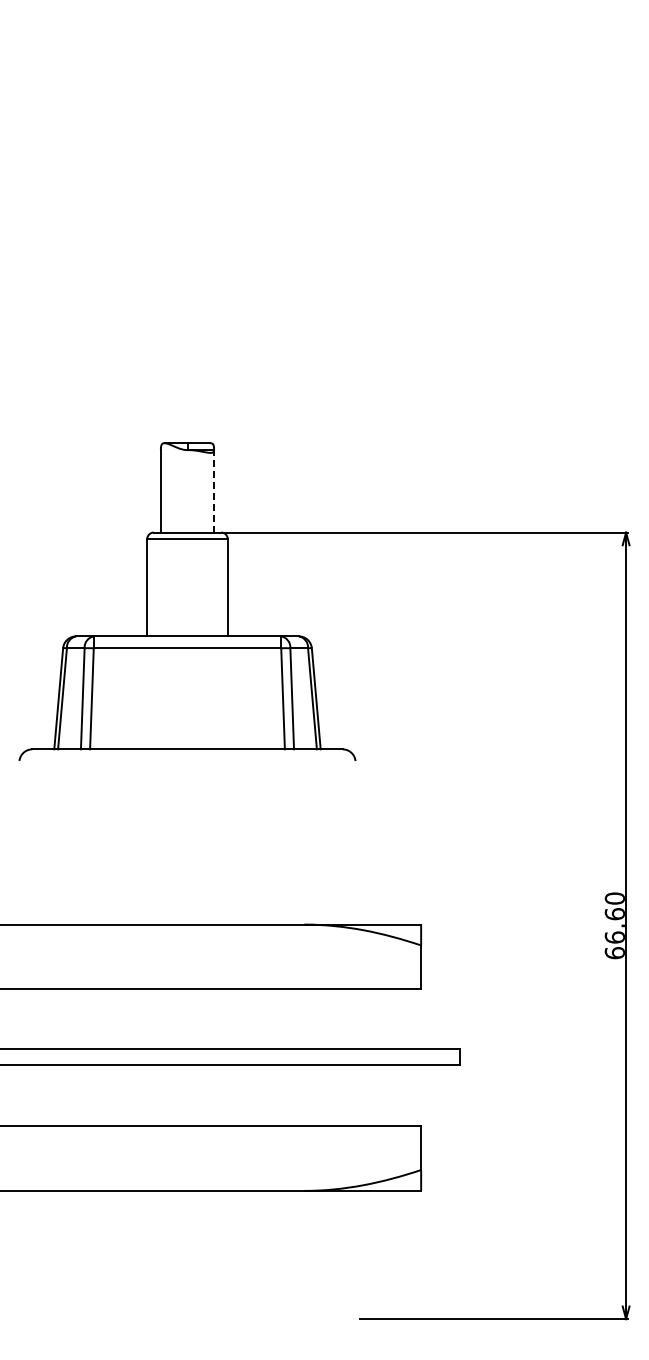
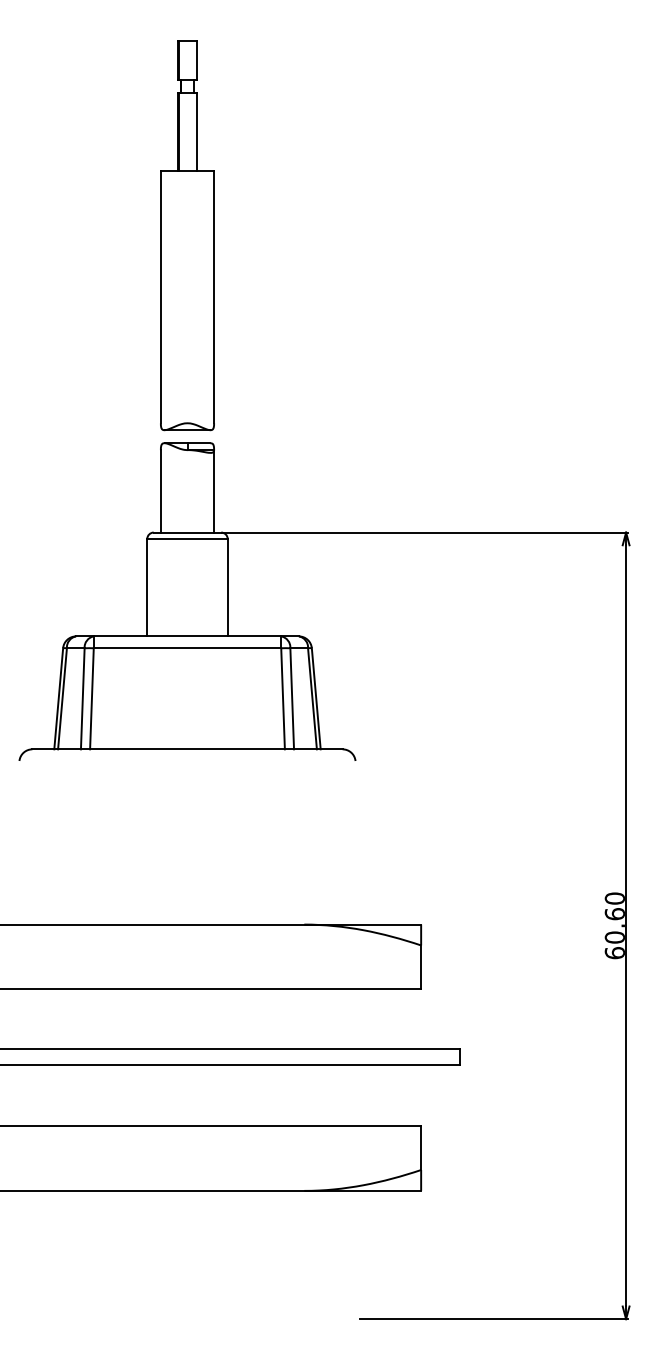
part at (187, 235): none -> present
line at (214, 491): dashed -> solid
text at (614, 937): 66.60 -> 60.60
